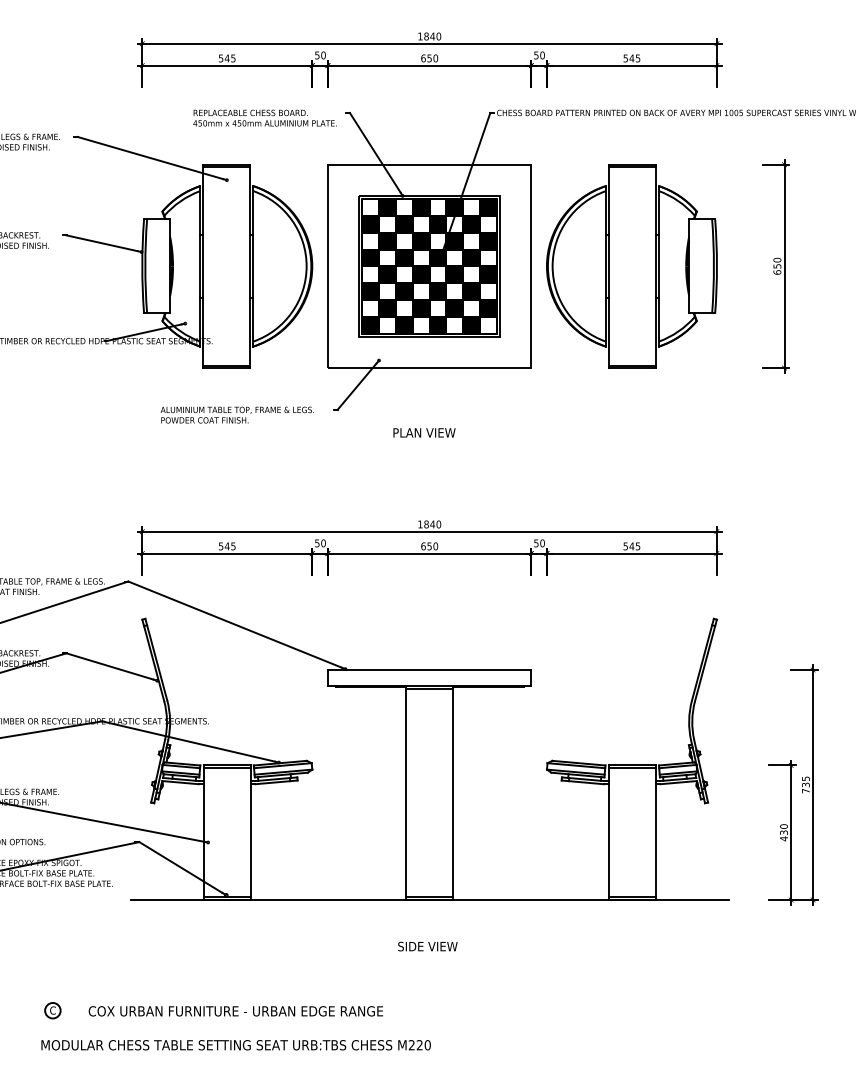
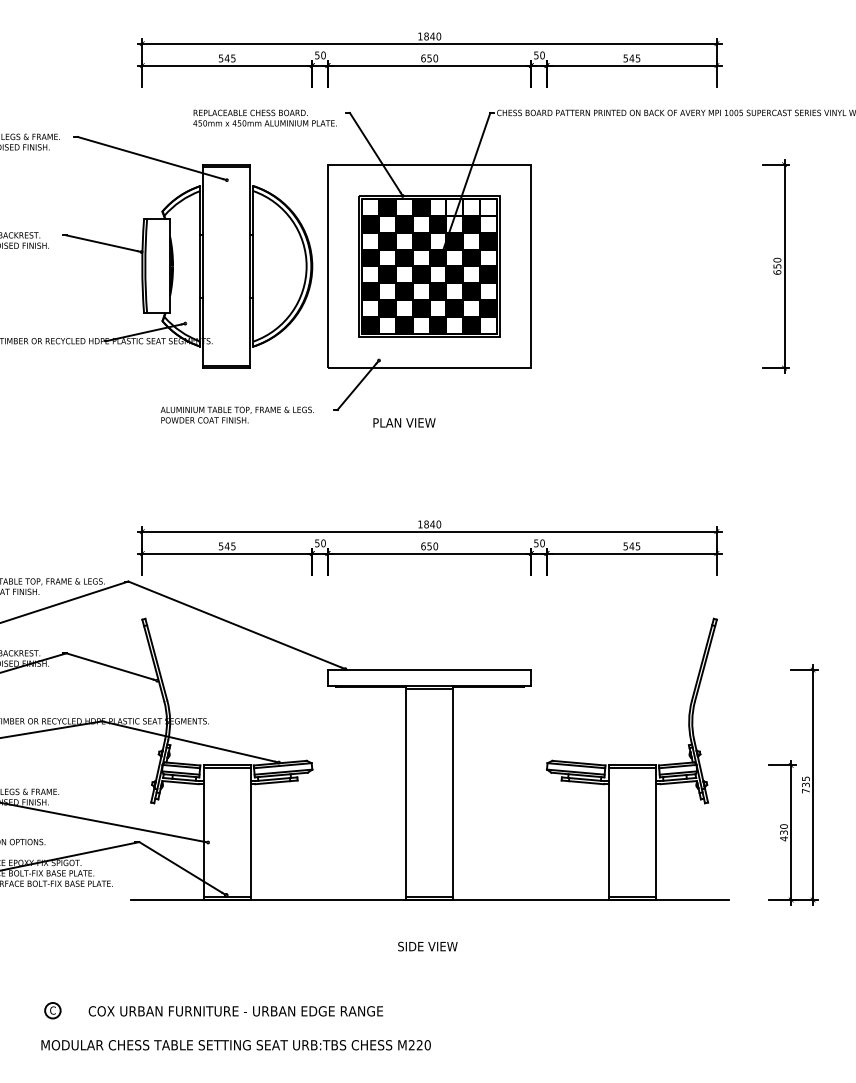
fill at (454, 207): present -> none
fill at (488, 207): present -> none
part at (631, 266): present -> none
text at (424, 432) position: (424, 432) -> (404, 422)
